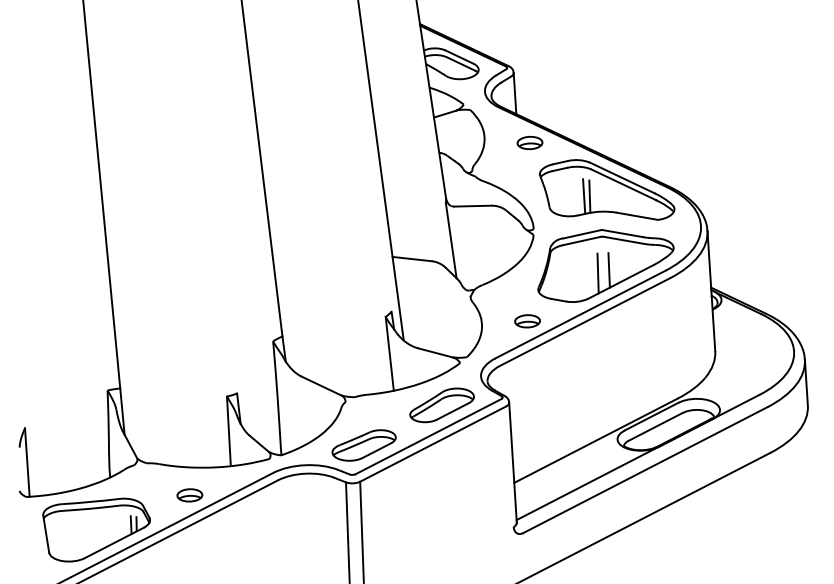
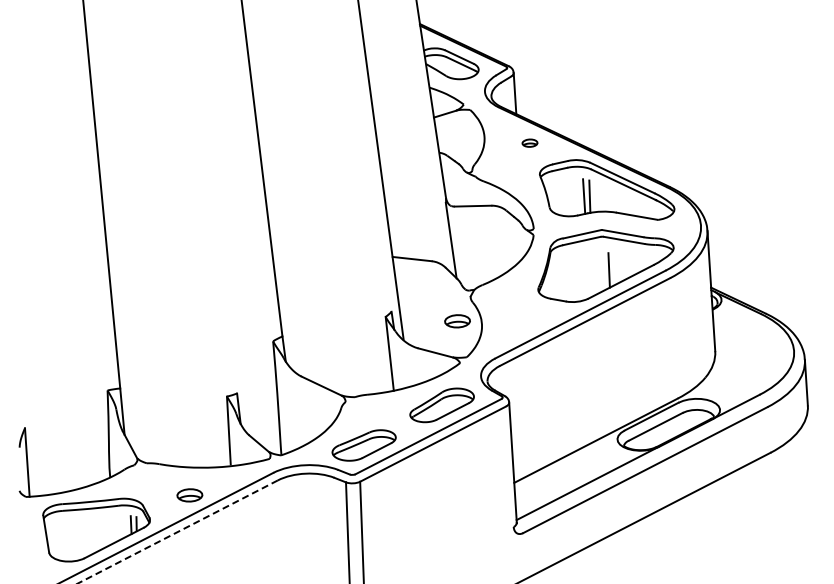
part at (529, 143) size: 28x15 px -> 18x10 px
line at (597, 273): present -> none
part at (527, 321) position: (527, 321) -> (457, 321)
line at (177, 532): solid -> dashed
